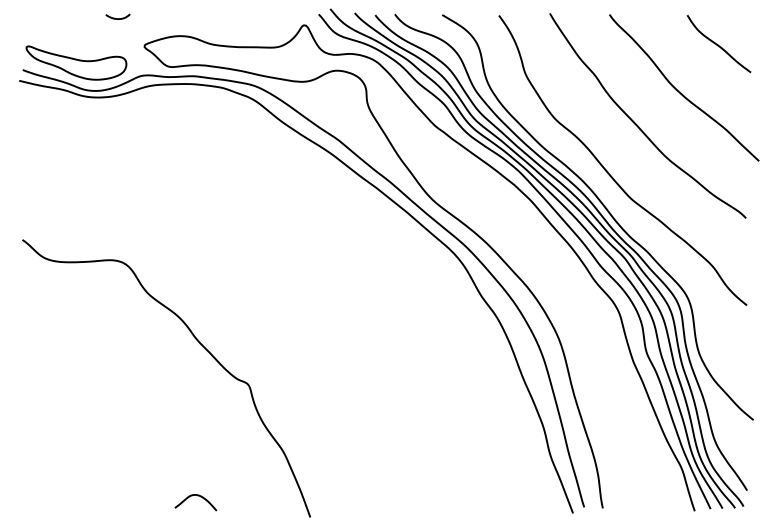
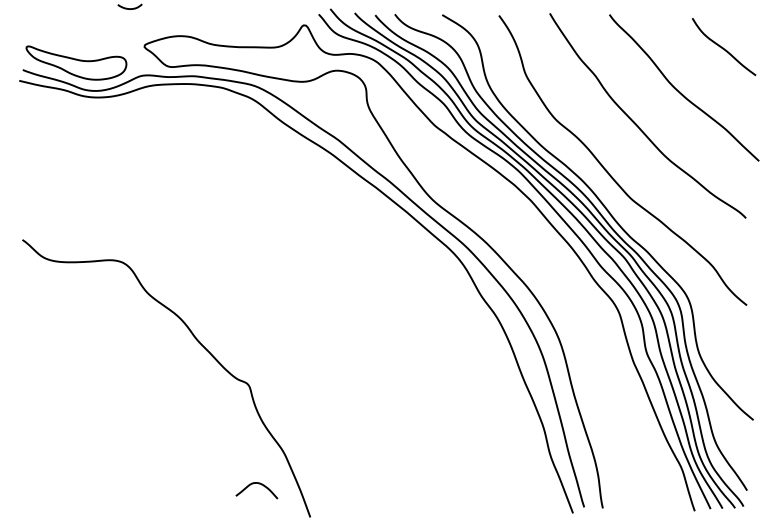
curve at (117, 18) position: (117, 18) -> (129, 8)
curve at (718, 44) position: (718, 44) -> (723, 47)
curve at (197, 496) position: (197, 496) -> (258, 484)
